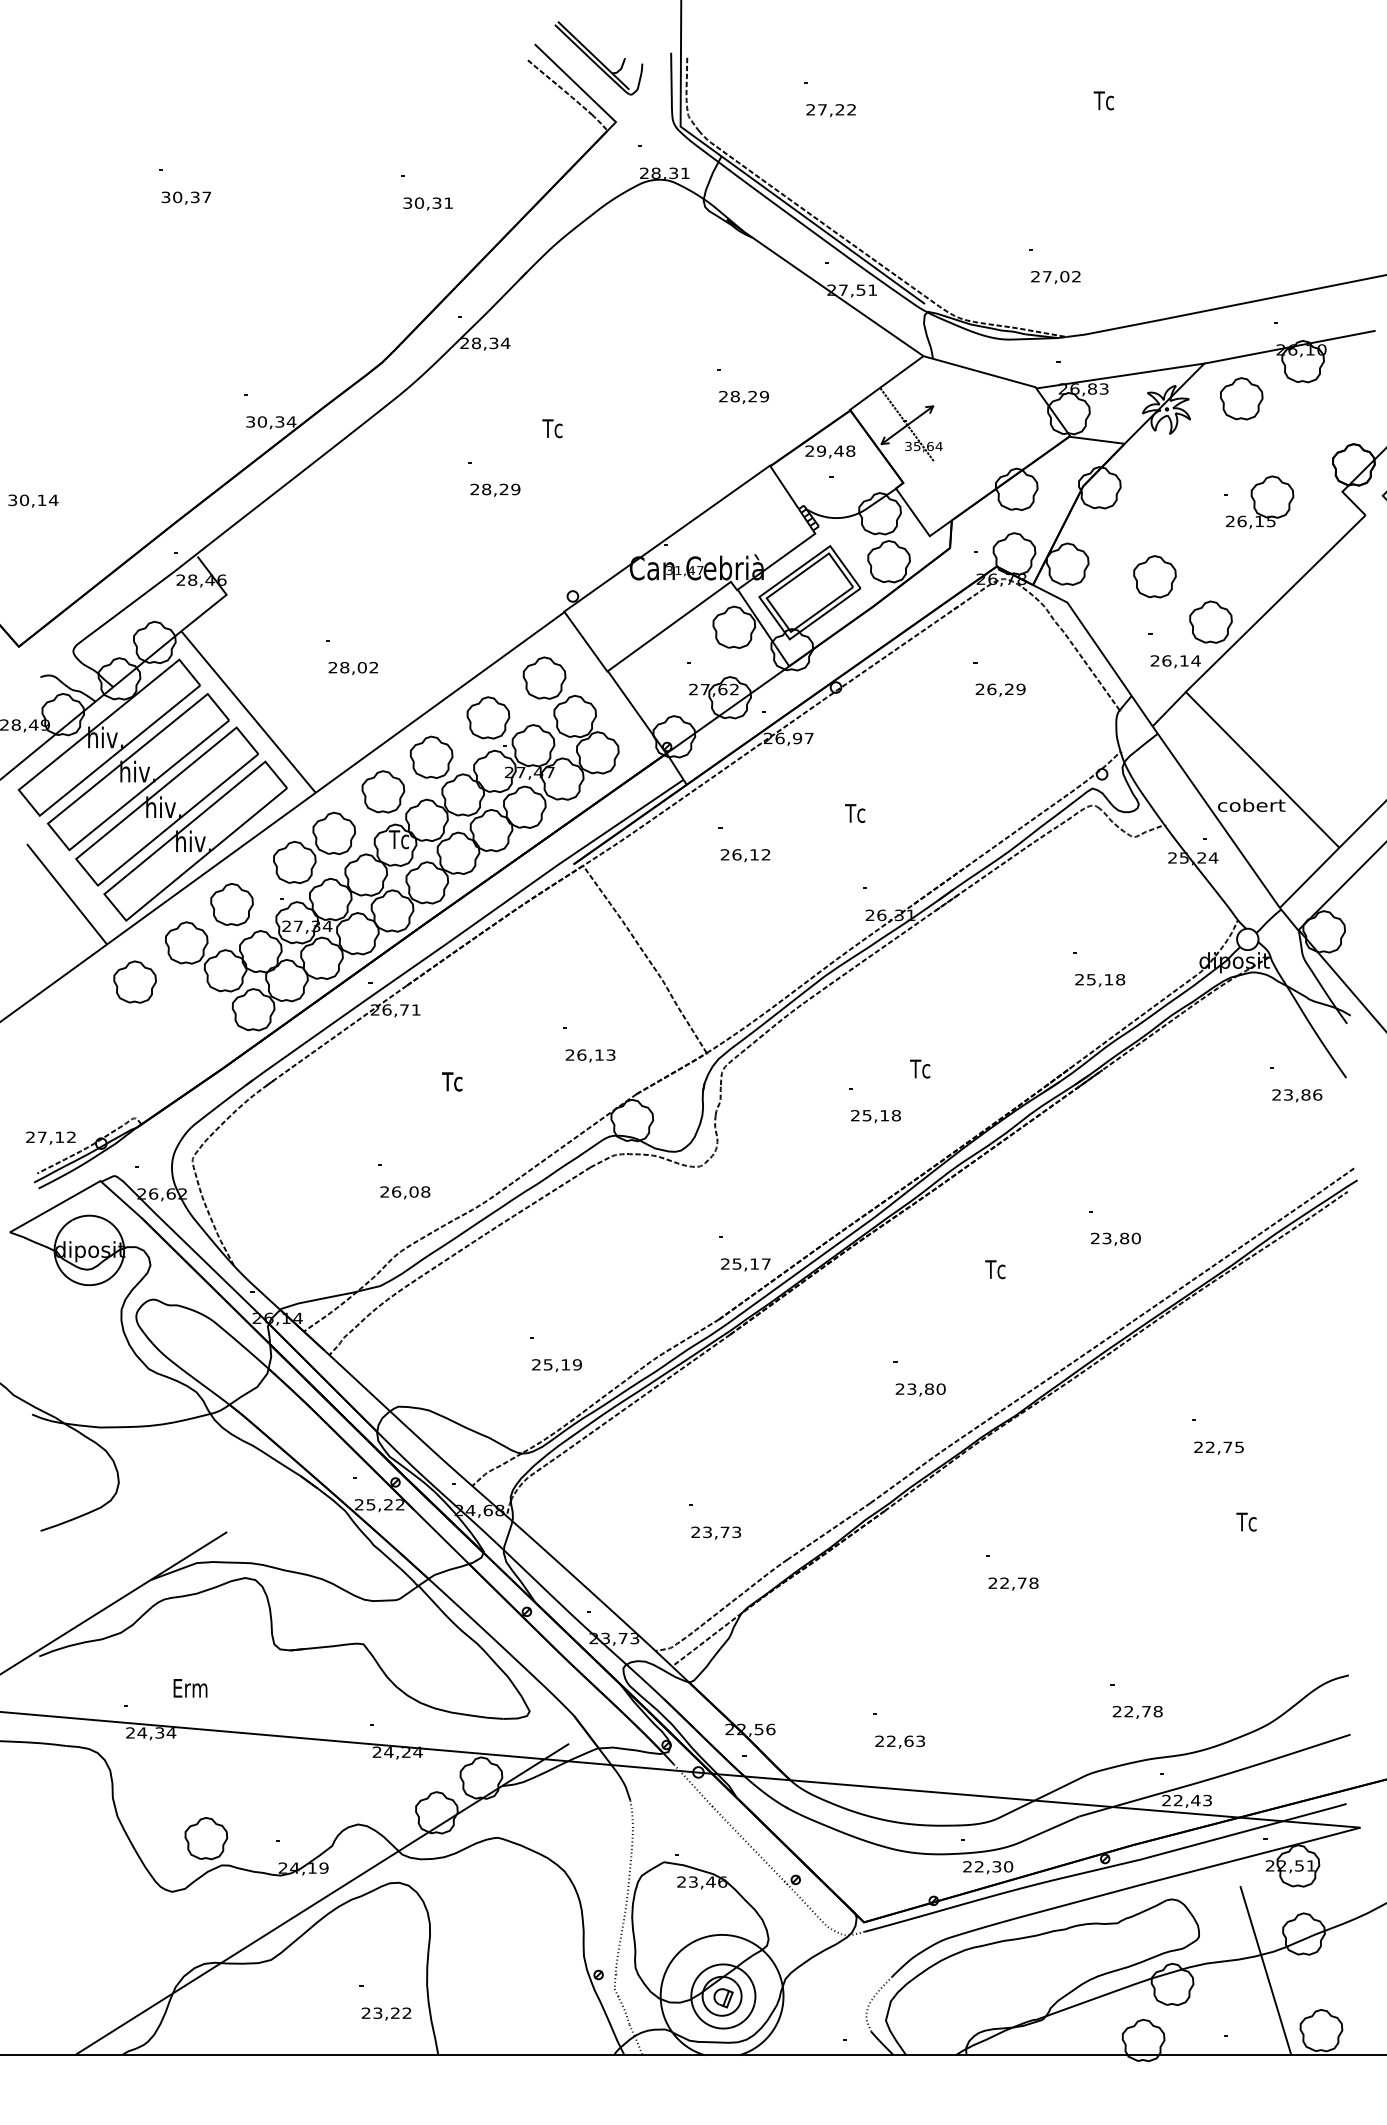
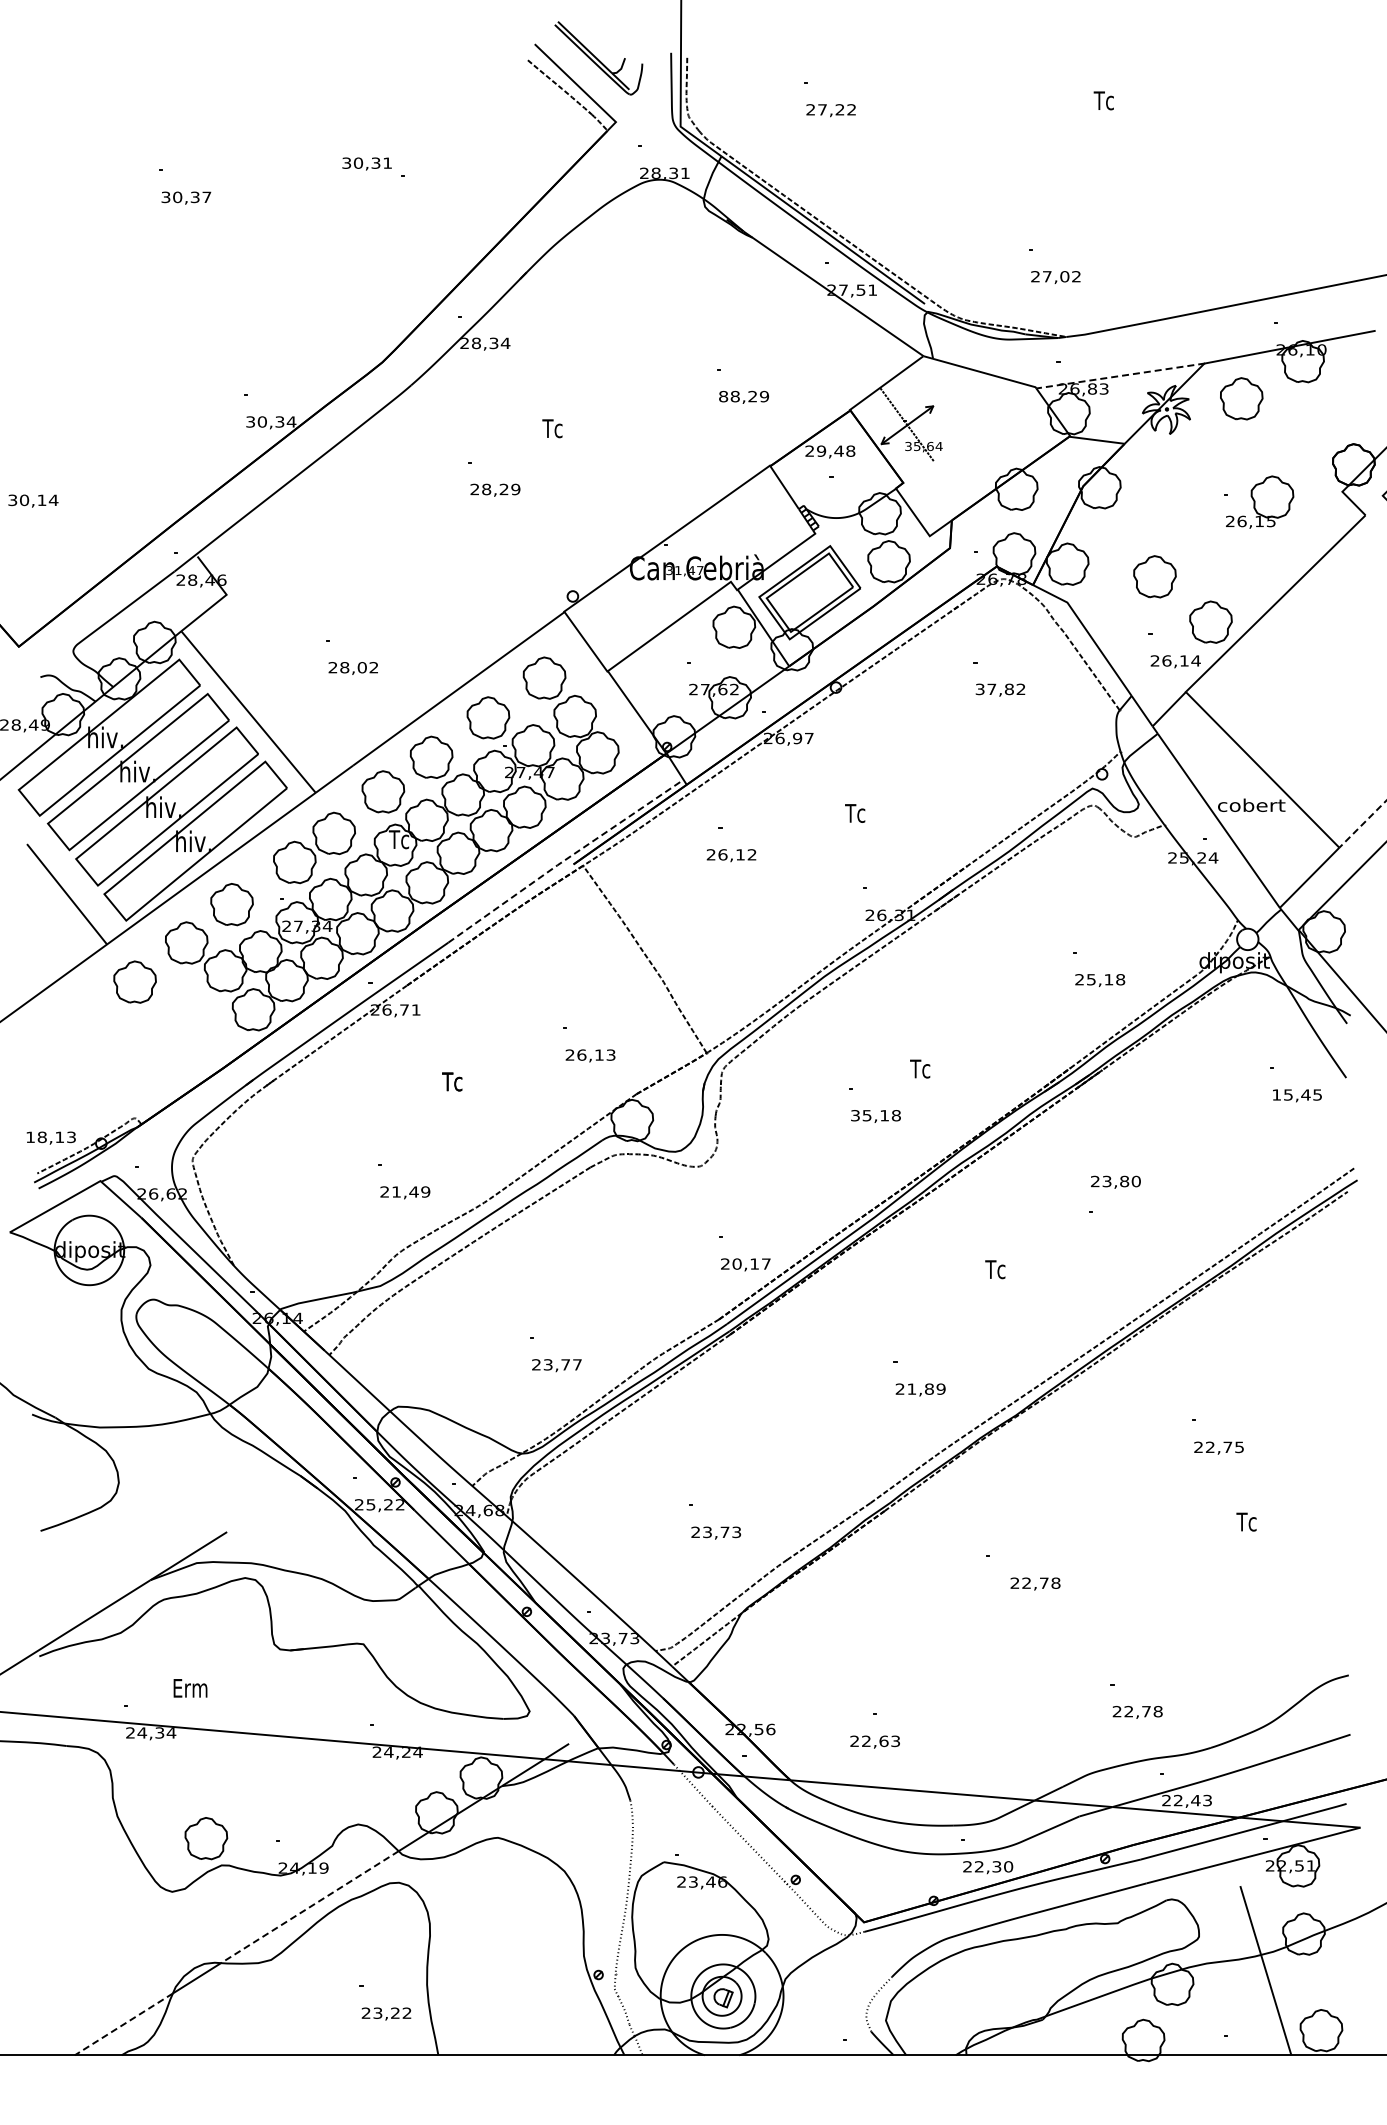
text at (427, 203) position: (427, 203) -> (366, 163)
line at (1120, 376): solid -> dashed
text at (723, 396): 28,29 -> 88,29
text at (1000, 689): 26,29 -> 37,82
line at (1362, 824): solid -> dashed
text at (745, 855) position: (745, 855) -> (731, 855)
line at (565, 860): solid -> dashed
text at (1297, 1094): 23,86 -> 15,45
text at (855, 1115): 25,18 -> 35,18
text at (50, 1137): 27,12 -> 18,13
text at (411, 1191): 26,08 -> 21,49
text at (1115, 1238) position: (1115, 1238) -> (1115, 1181)
text at (736, 1263): 25,17 -> 20,17
text at (562, 1364): 25,19 -> 23,77
text at (926, 1388): 23,80 -> 21,89
text at (1013, 1583) position: (1013, 1583) -> (1035, 1583)
text at (899, 1741) position: (899, 1741) -> (874, 1741)
line at (309, 1907): solid -> dashed
line at (123, 2024): solid -> dashed
